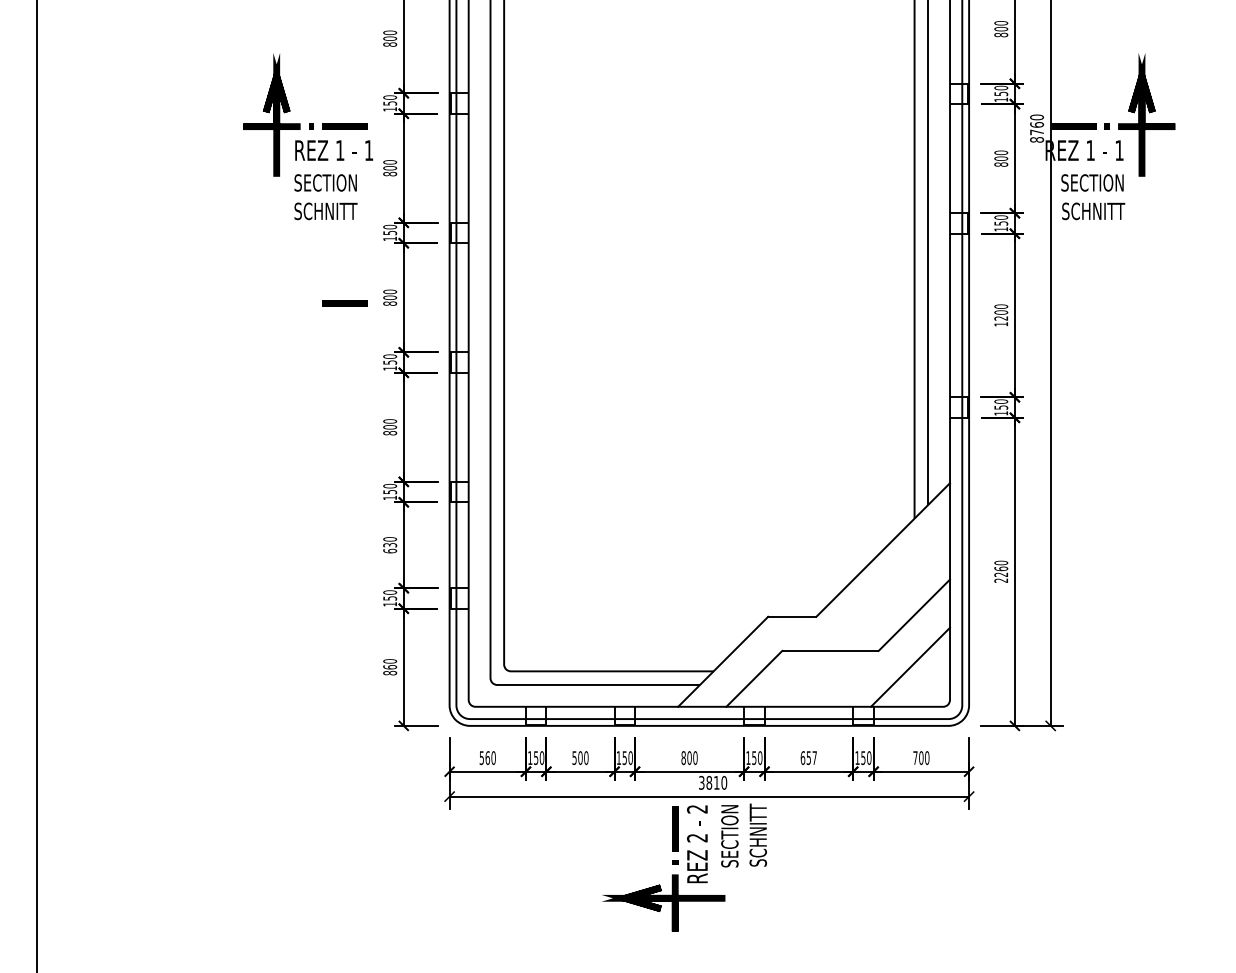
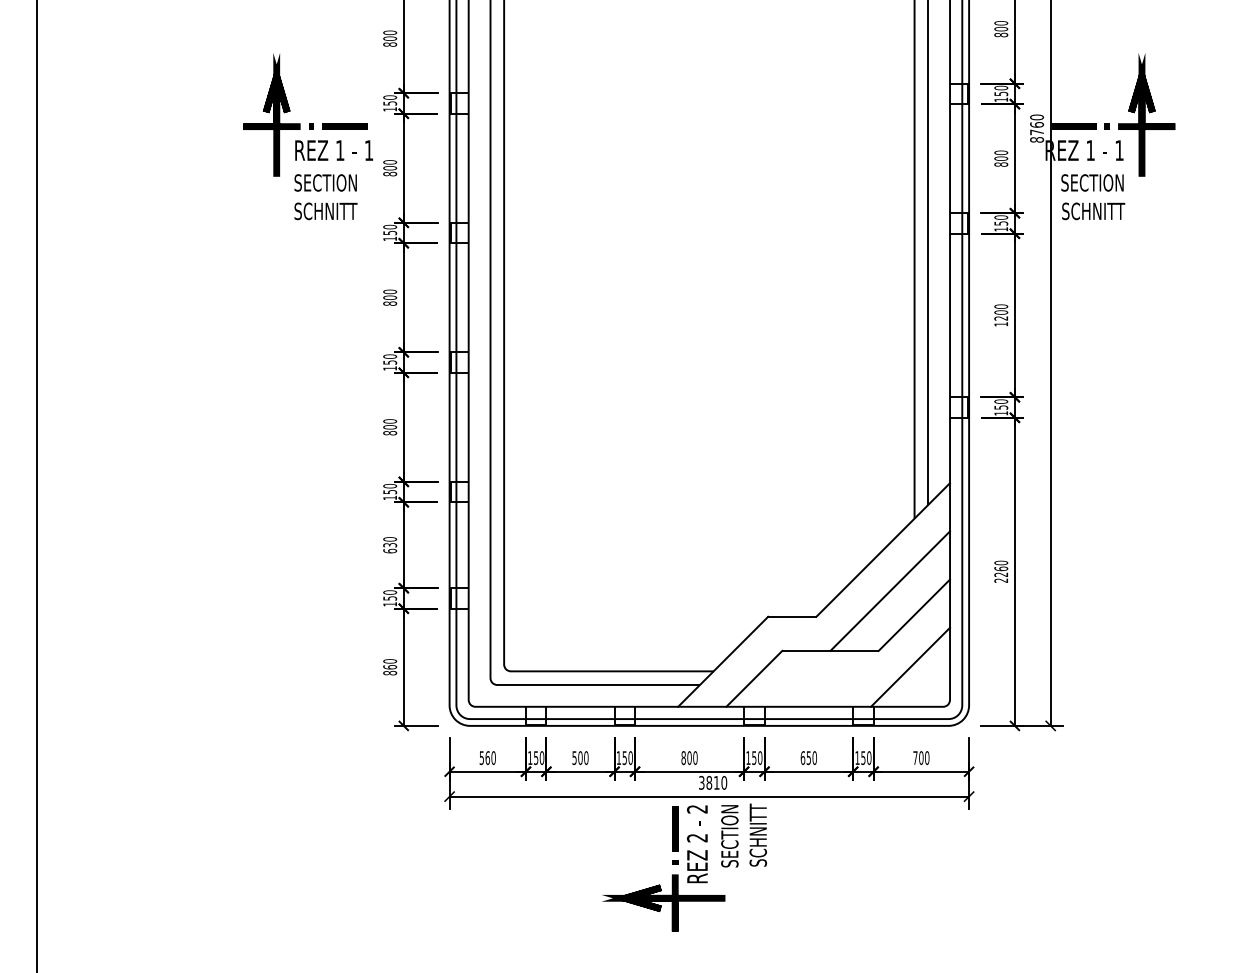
line at (344, 303): present -> none
line at (890, 590): none -> present
text at (814, 757): 657 -> 650
